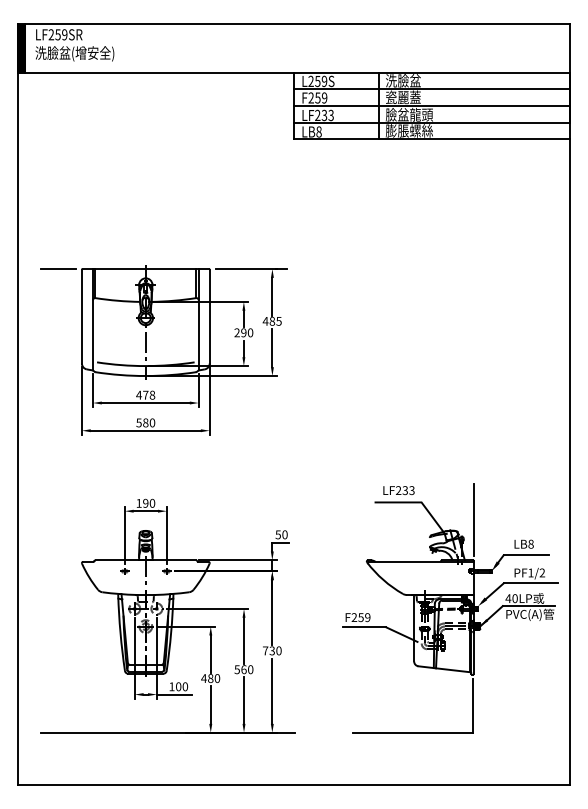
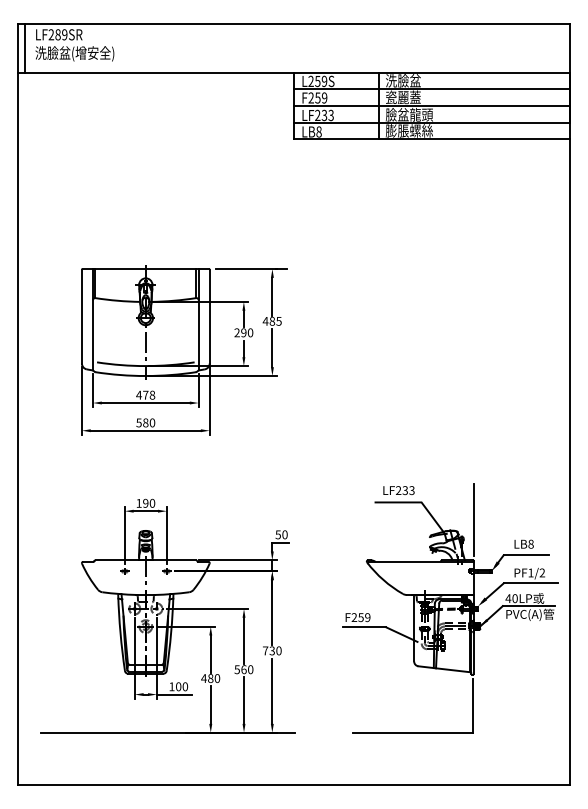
text at (57, 34): LF259SR -> LF289SR
hatch at (21, 48): present -> none
line at (58, 269): present -> none
